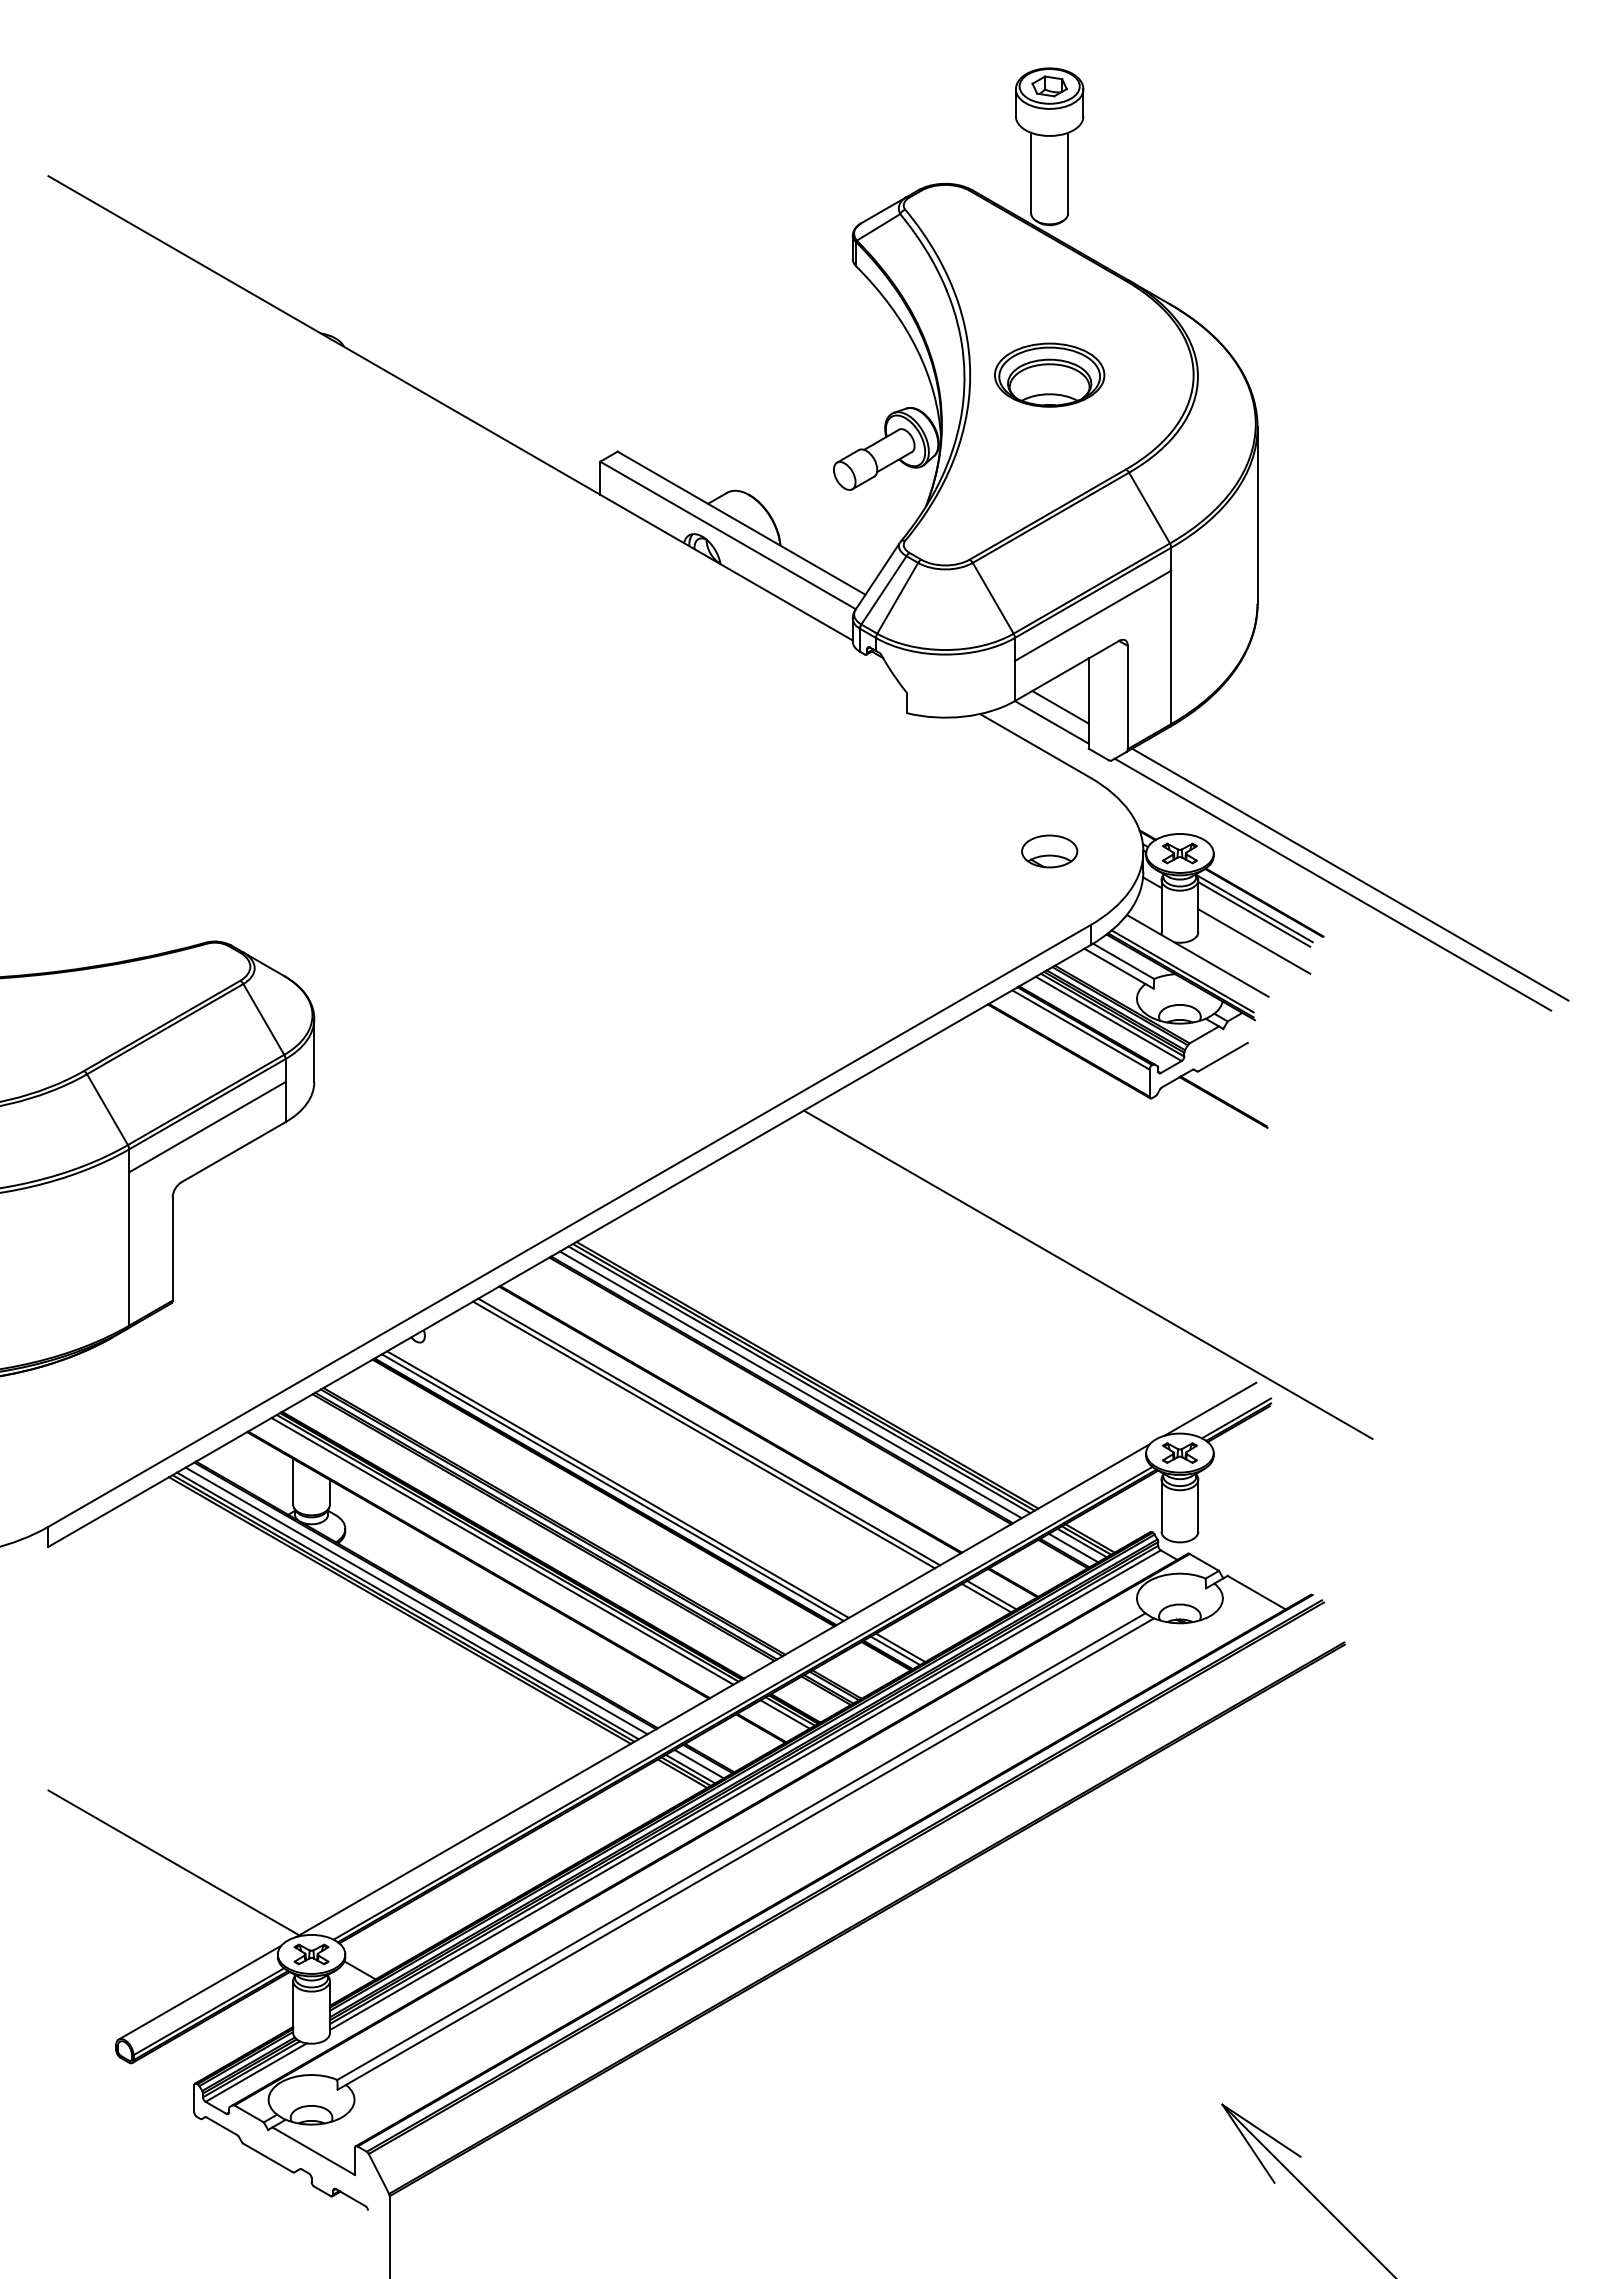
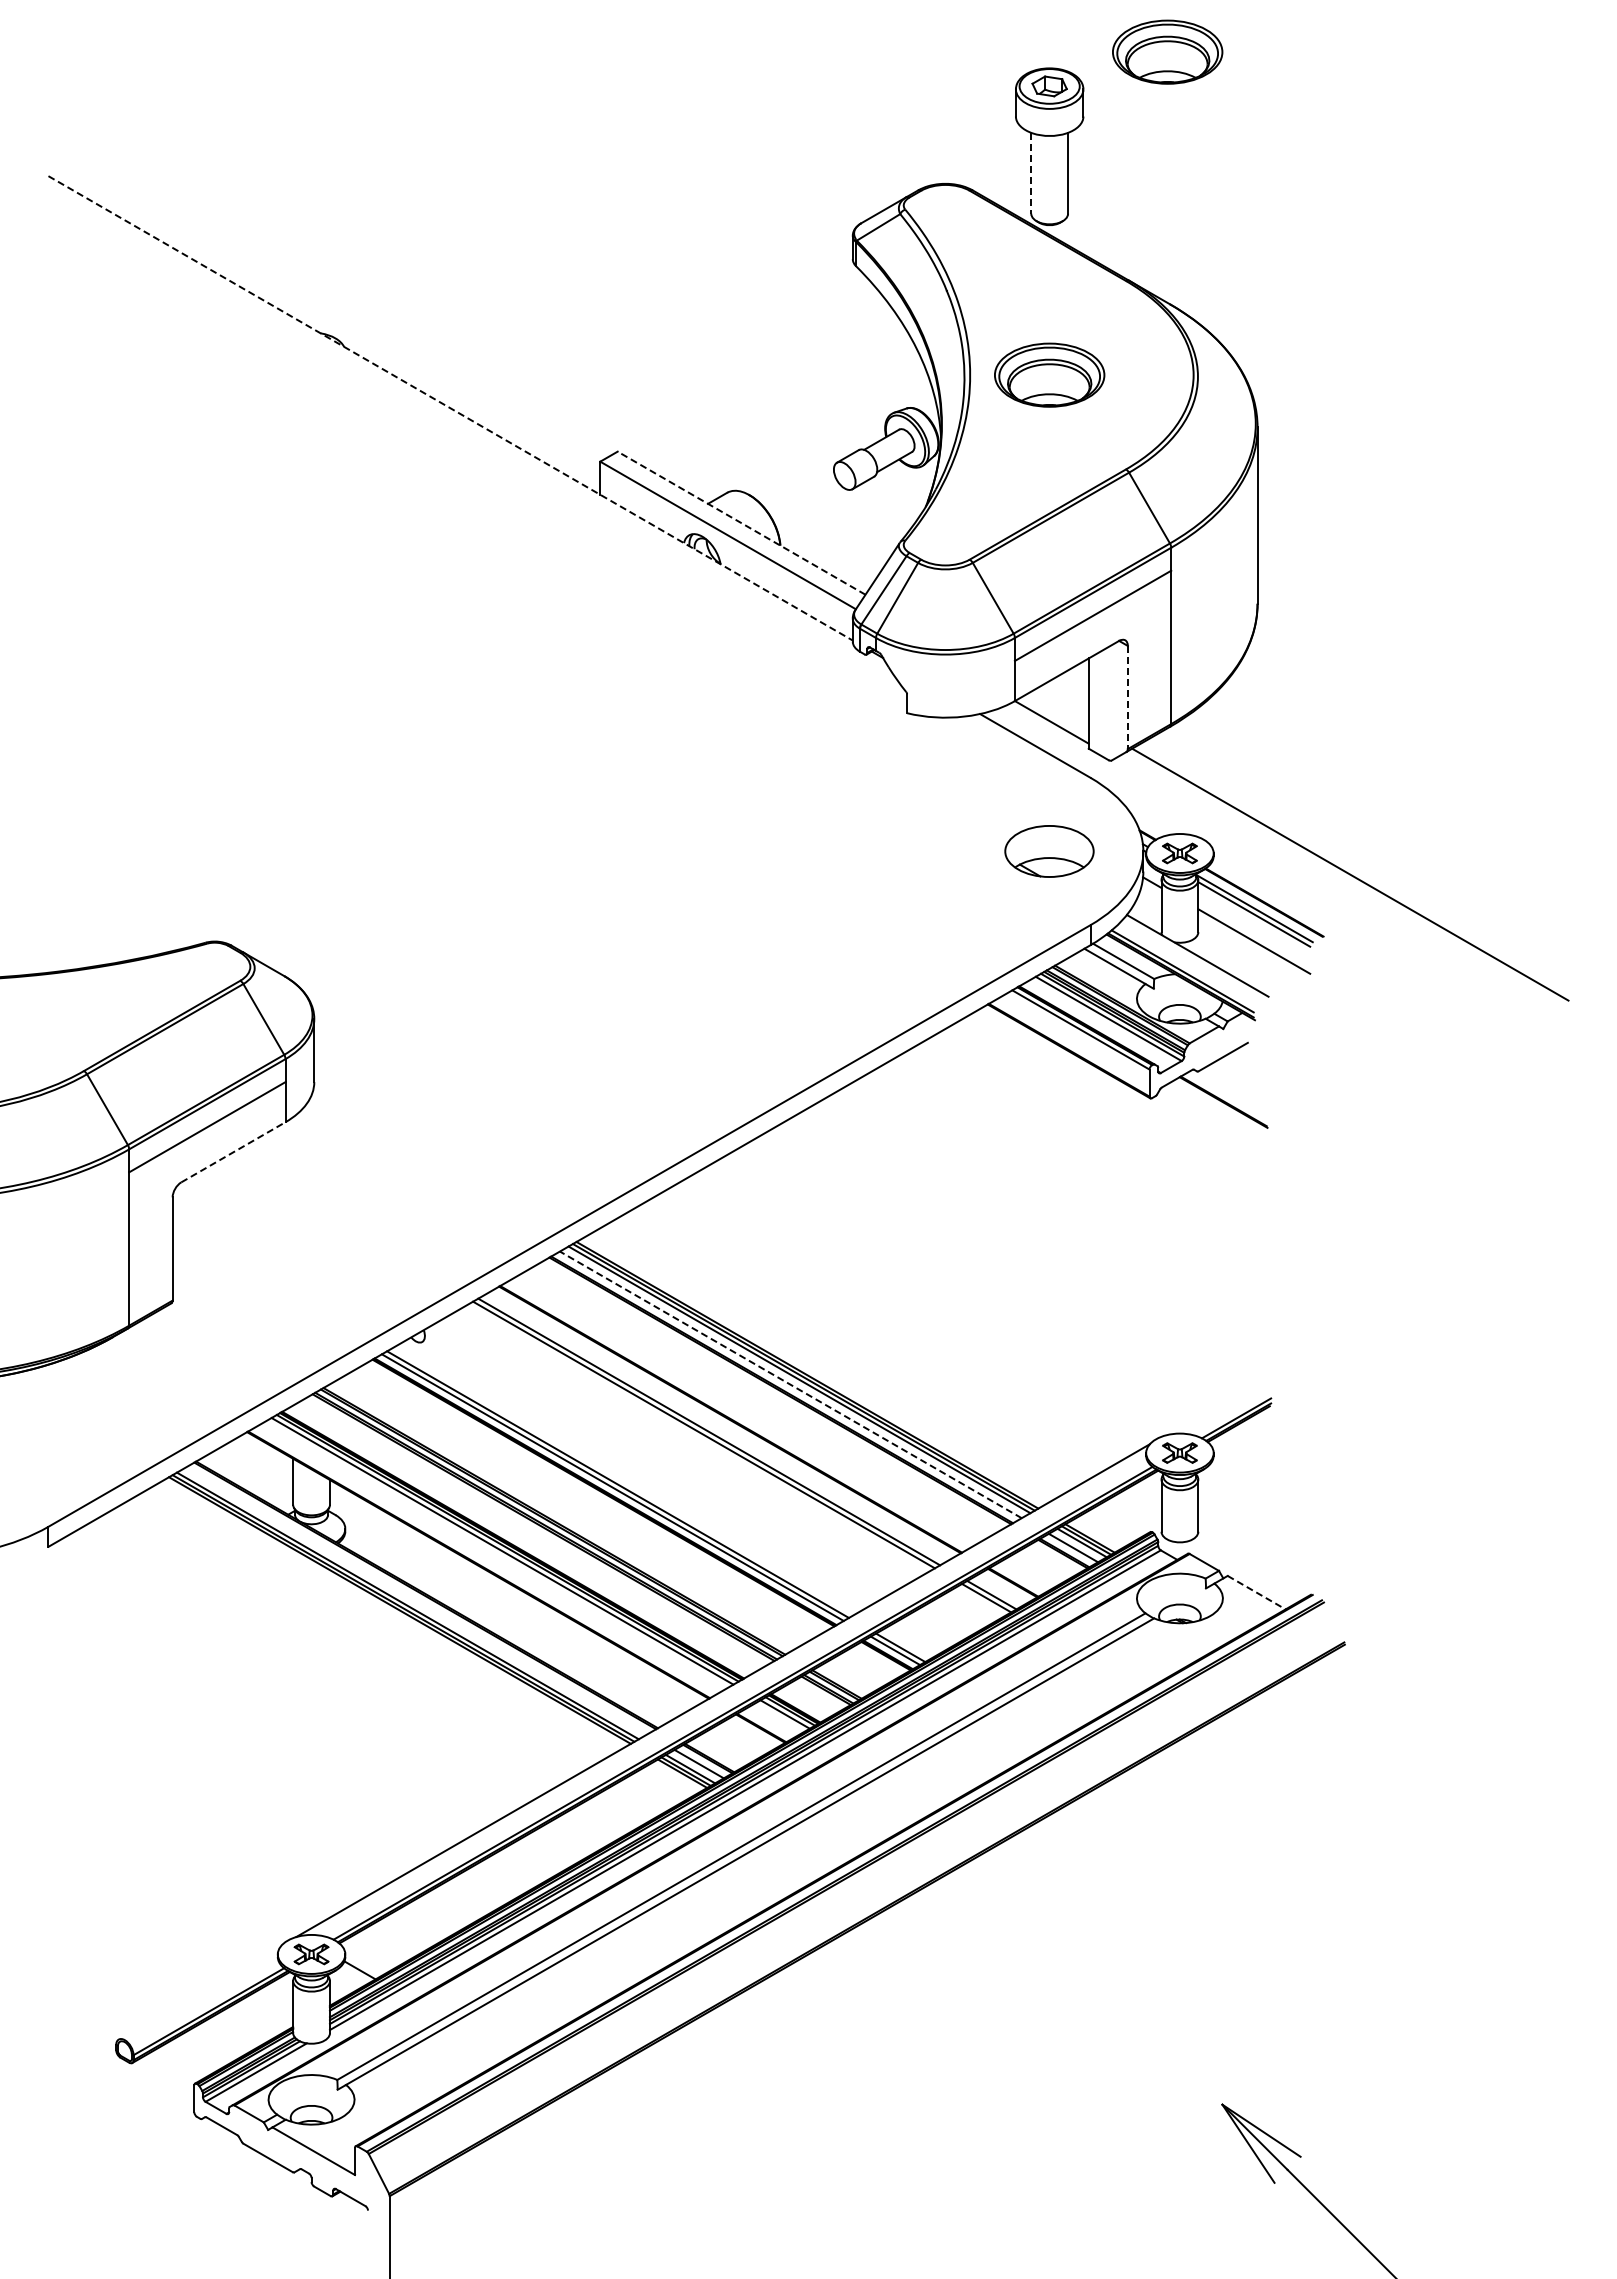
part at (1167, 51): none -> present
line at (1031, 173): solid -> dashed
line at (451, 408): solid -> dashed
line at (741, 522): solid -> dashed
line at (1127, 697): solid -> dashed
line at (1060, 707): present -> none
part at (1049, 851) size: 58x35 px -> 91x53 px
line at (1332, 884): present -> none
line at (233, 1152): solid -> dashed
line at (1087, 1274): present -> none
line at (790, 1384): solid -> dashed
line at (1210, 1408): present -> none
line at (1257, 1592): solid -> dashed
line at (416, 1600): present -> none
line at (173, 1862): present -> none
line at (199, 1992): present -> none
